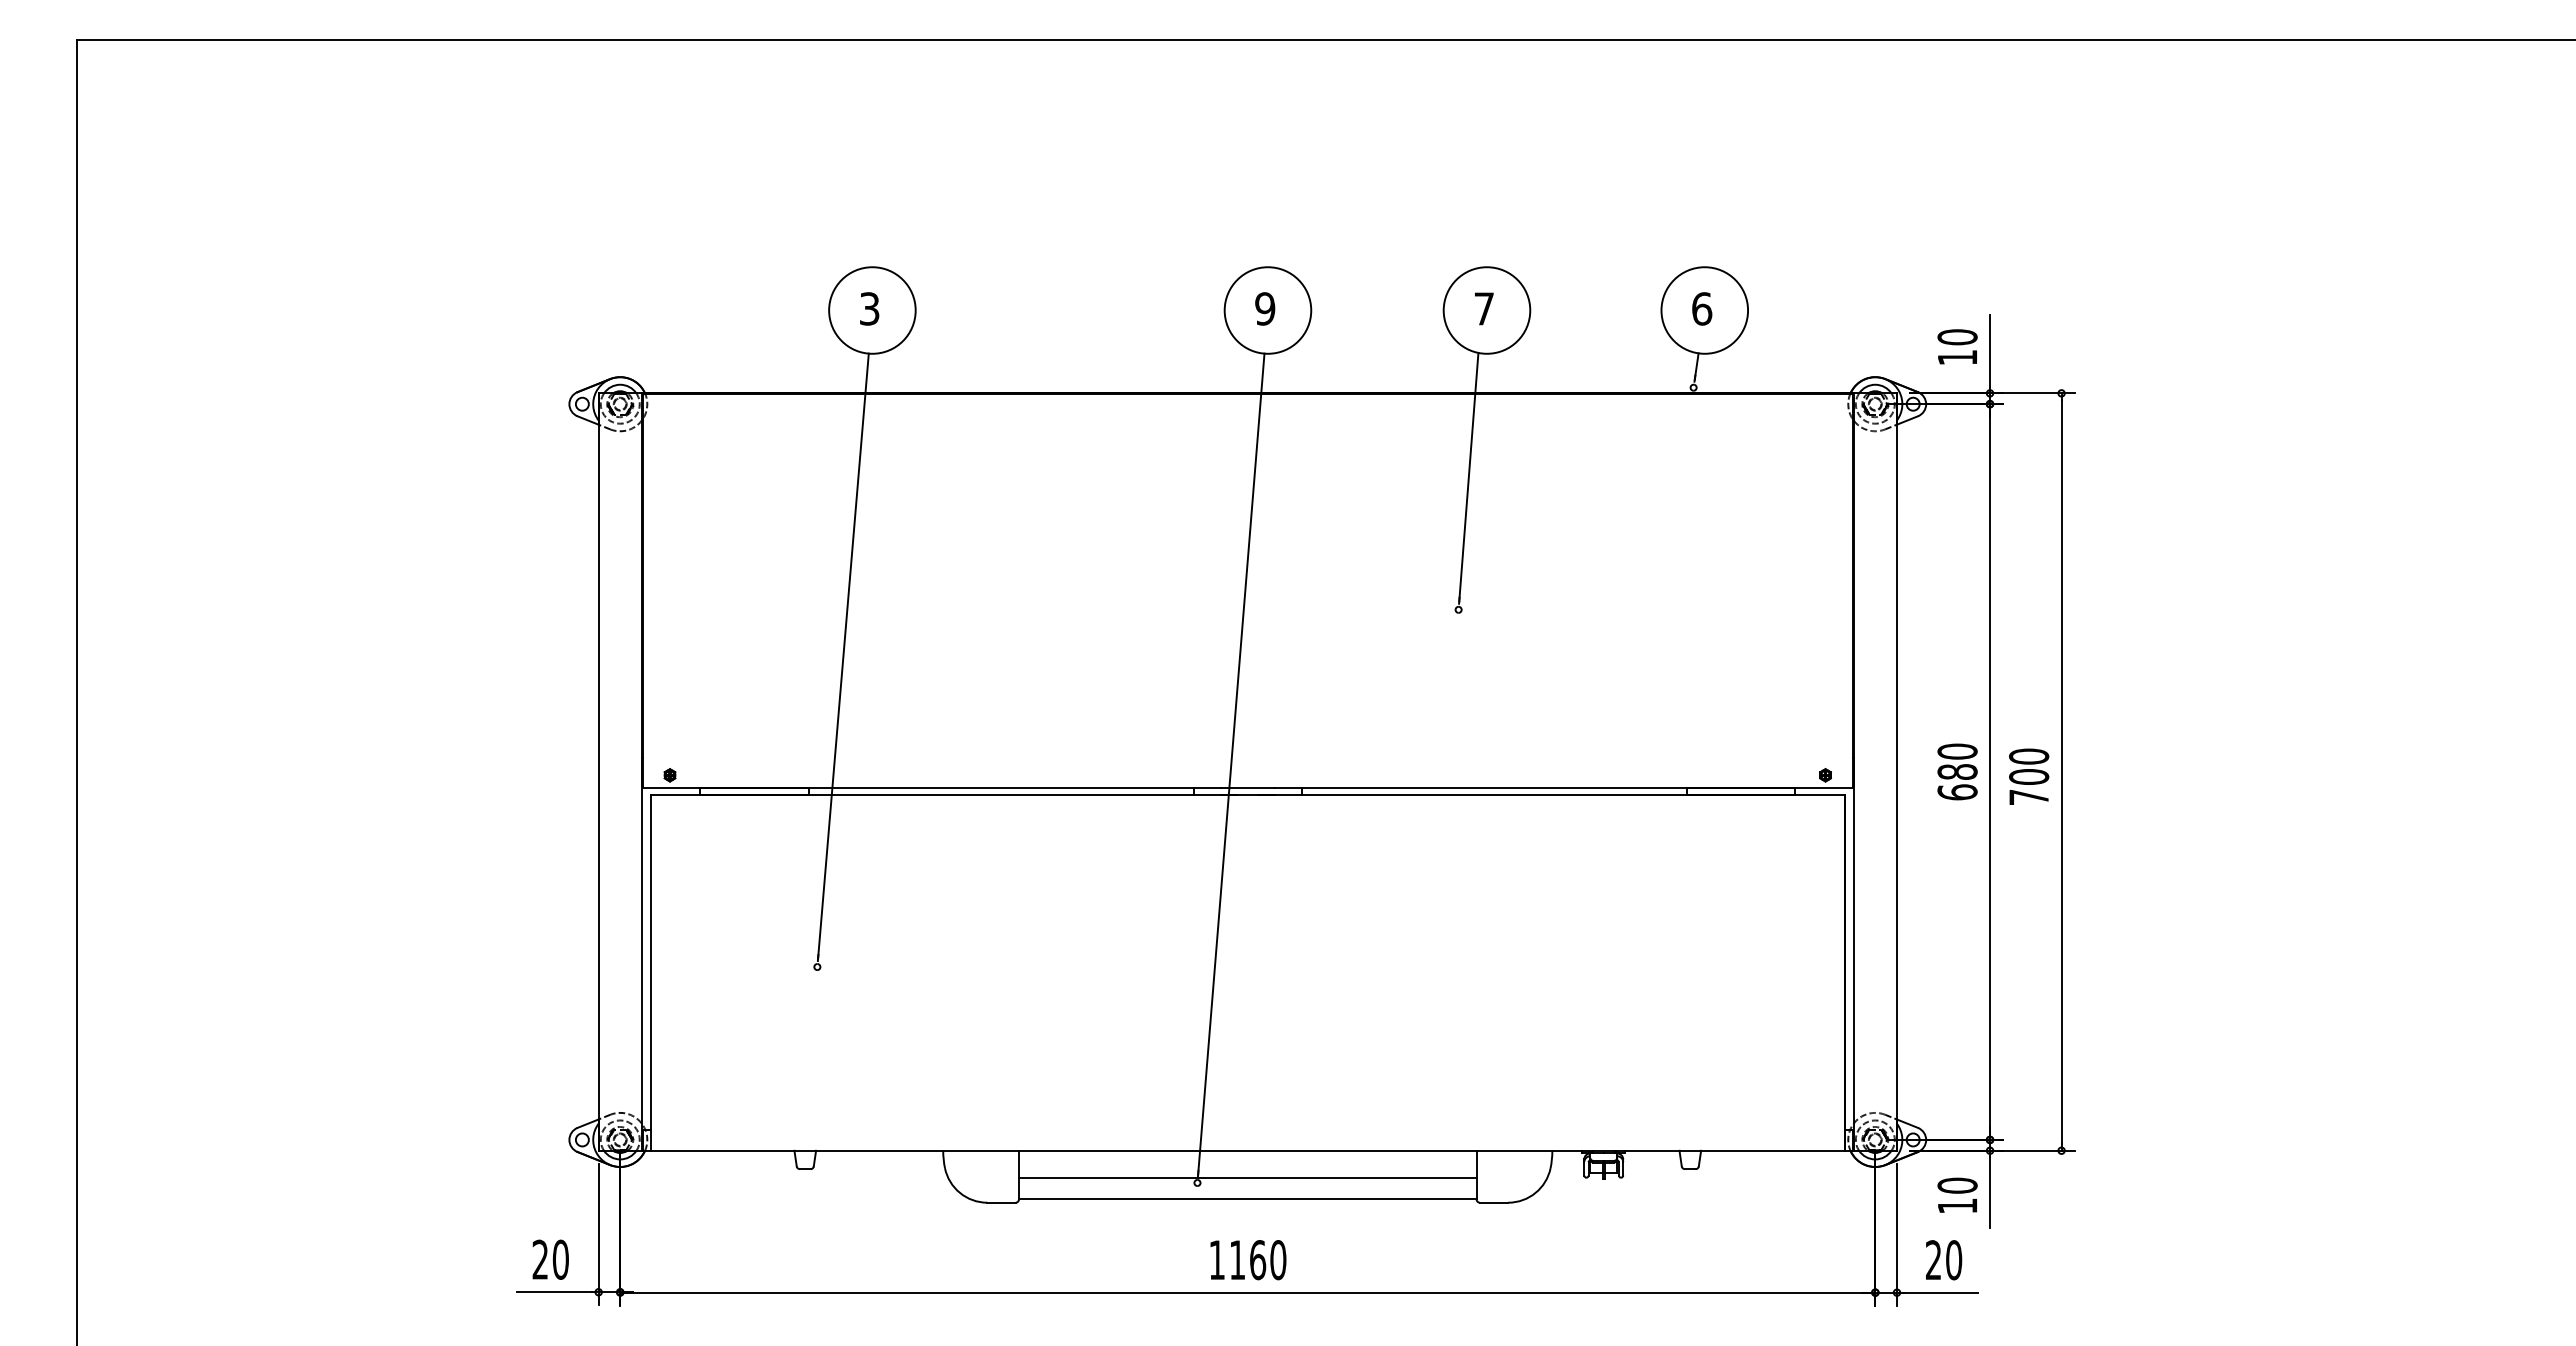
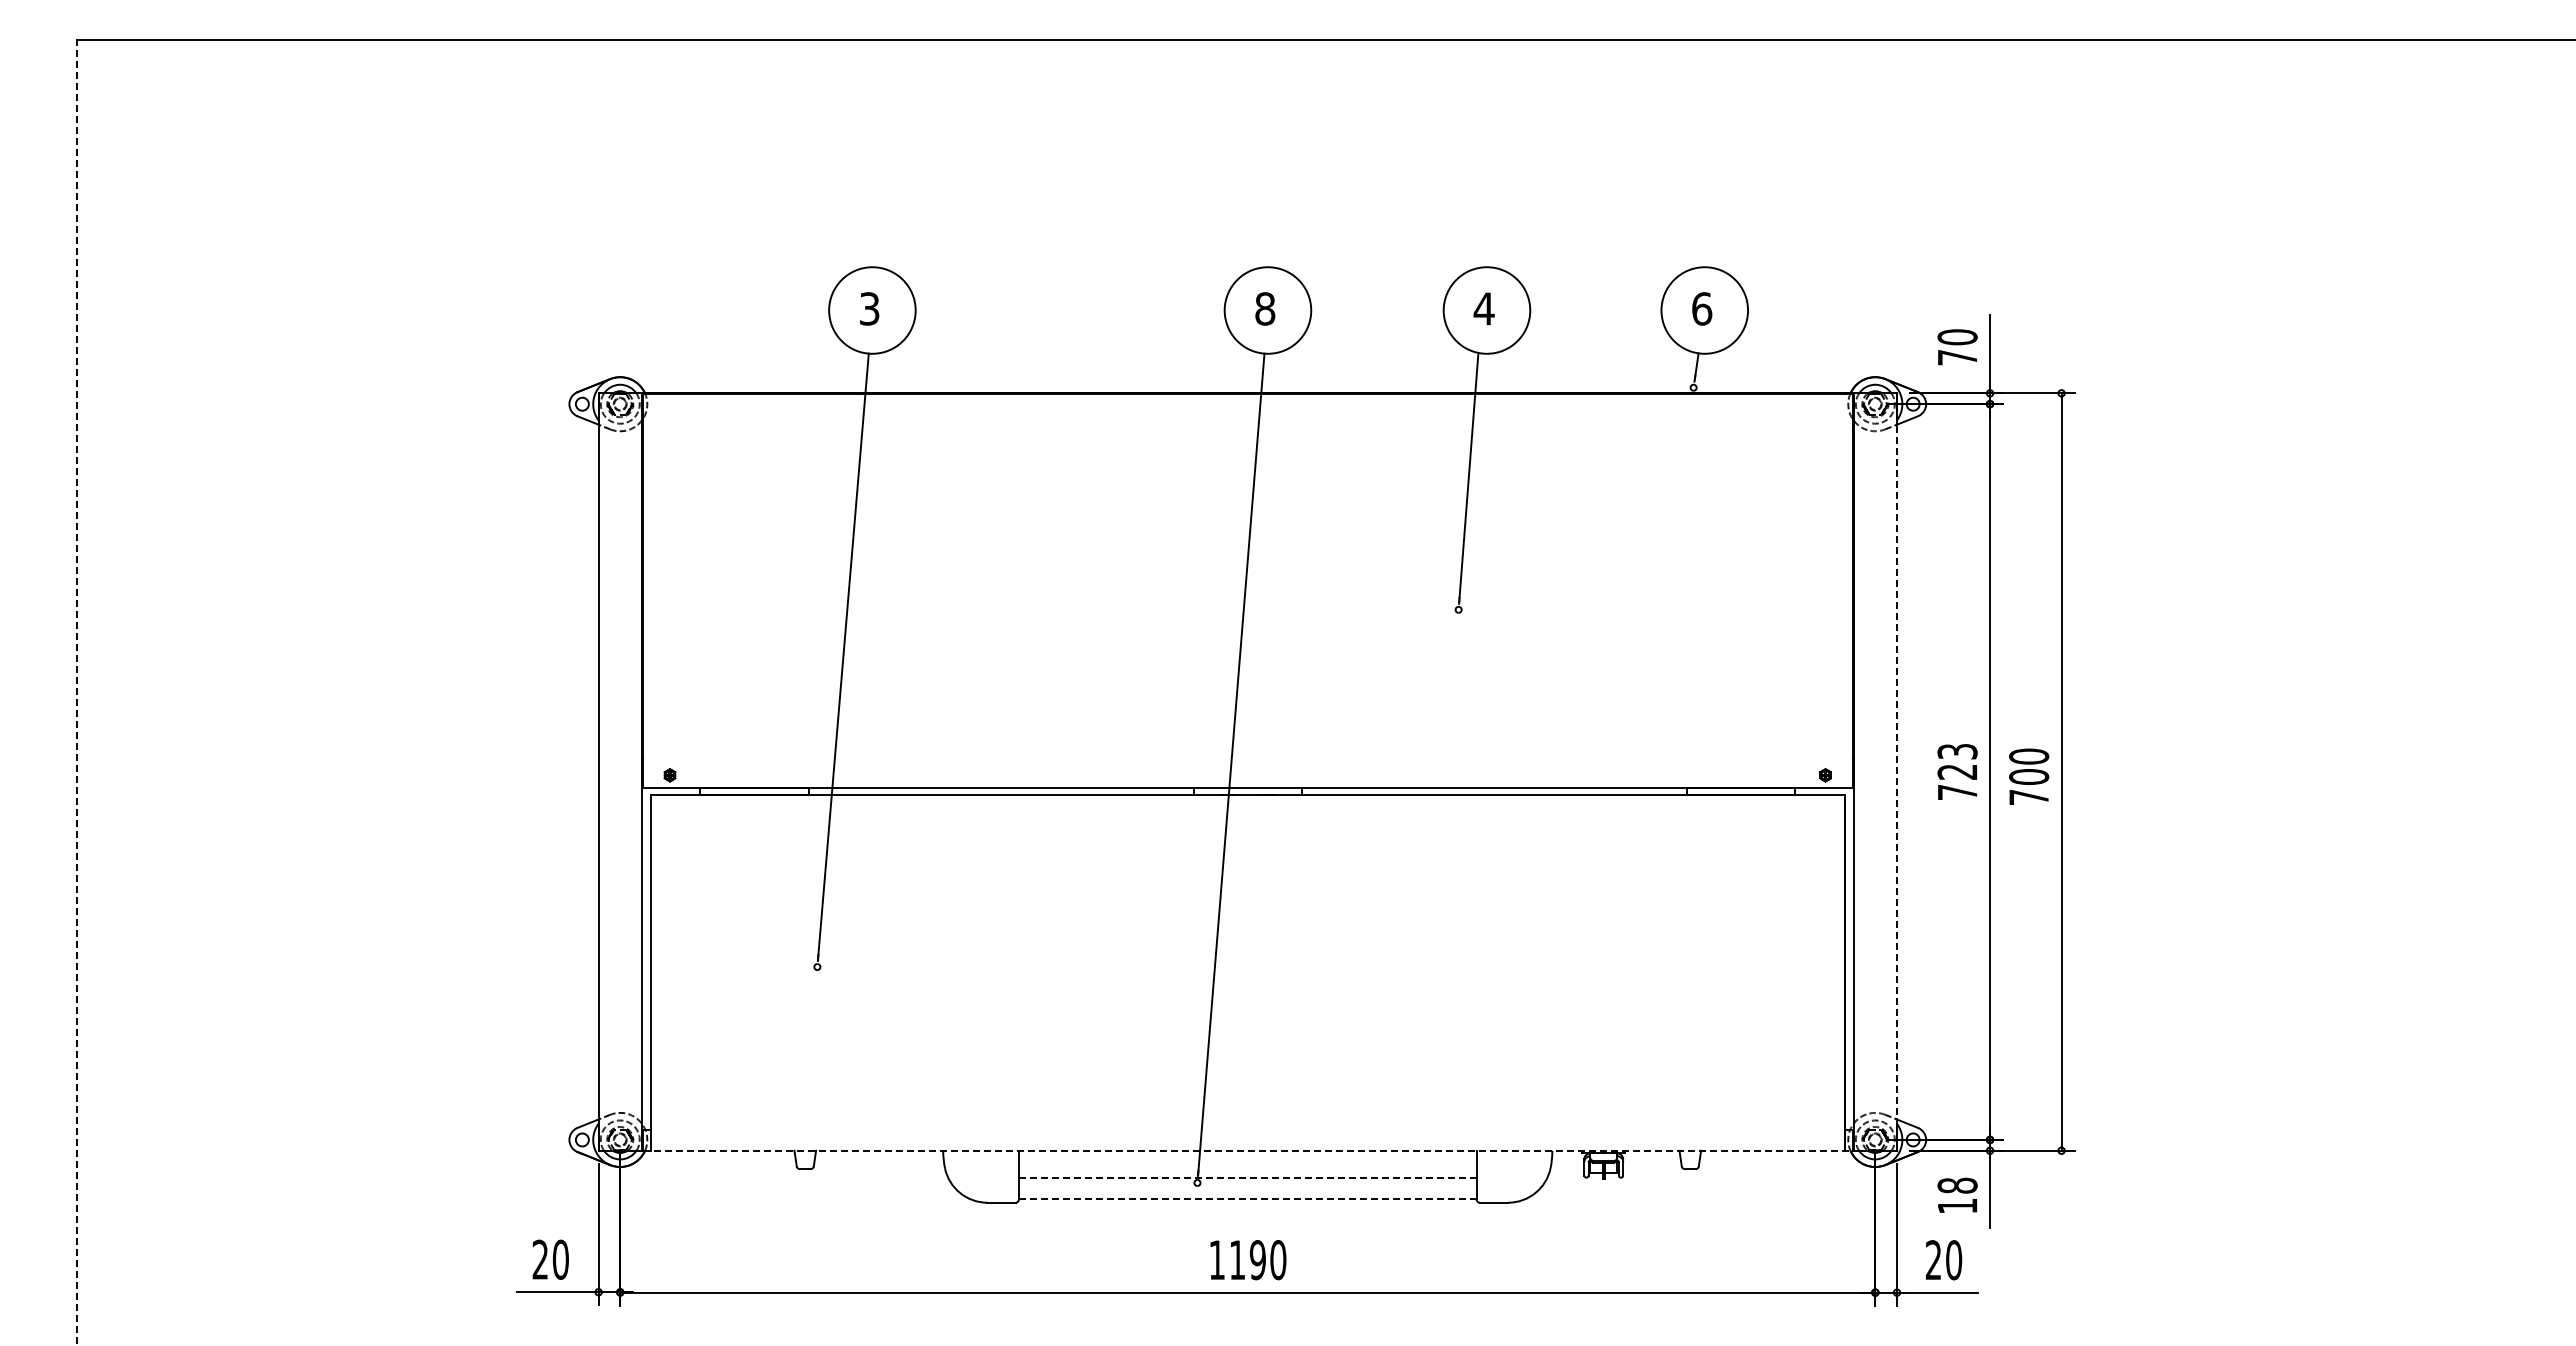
text at (1265, 308): 9 -> 8
text at (1483, 308): 7 -> 4
text at (1957, 357): 10 -> 70
line at (77, 692): solid -> dashed
text at (1957, 771): 680 -> 723
line at (1896, 772): solid -> dashed
line at (1247, 1150): solid -> dashed
line at (1247, 1178): solid -> dashed
text at (1957, 1185): 10 -> 18
line at (1247, 1198): solid -> dashed
text at (1257, 1260): 1160 -> 1190
